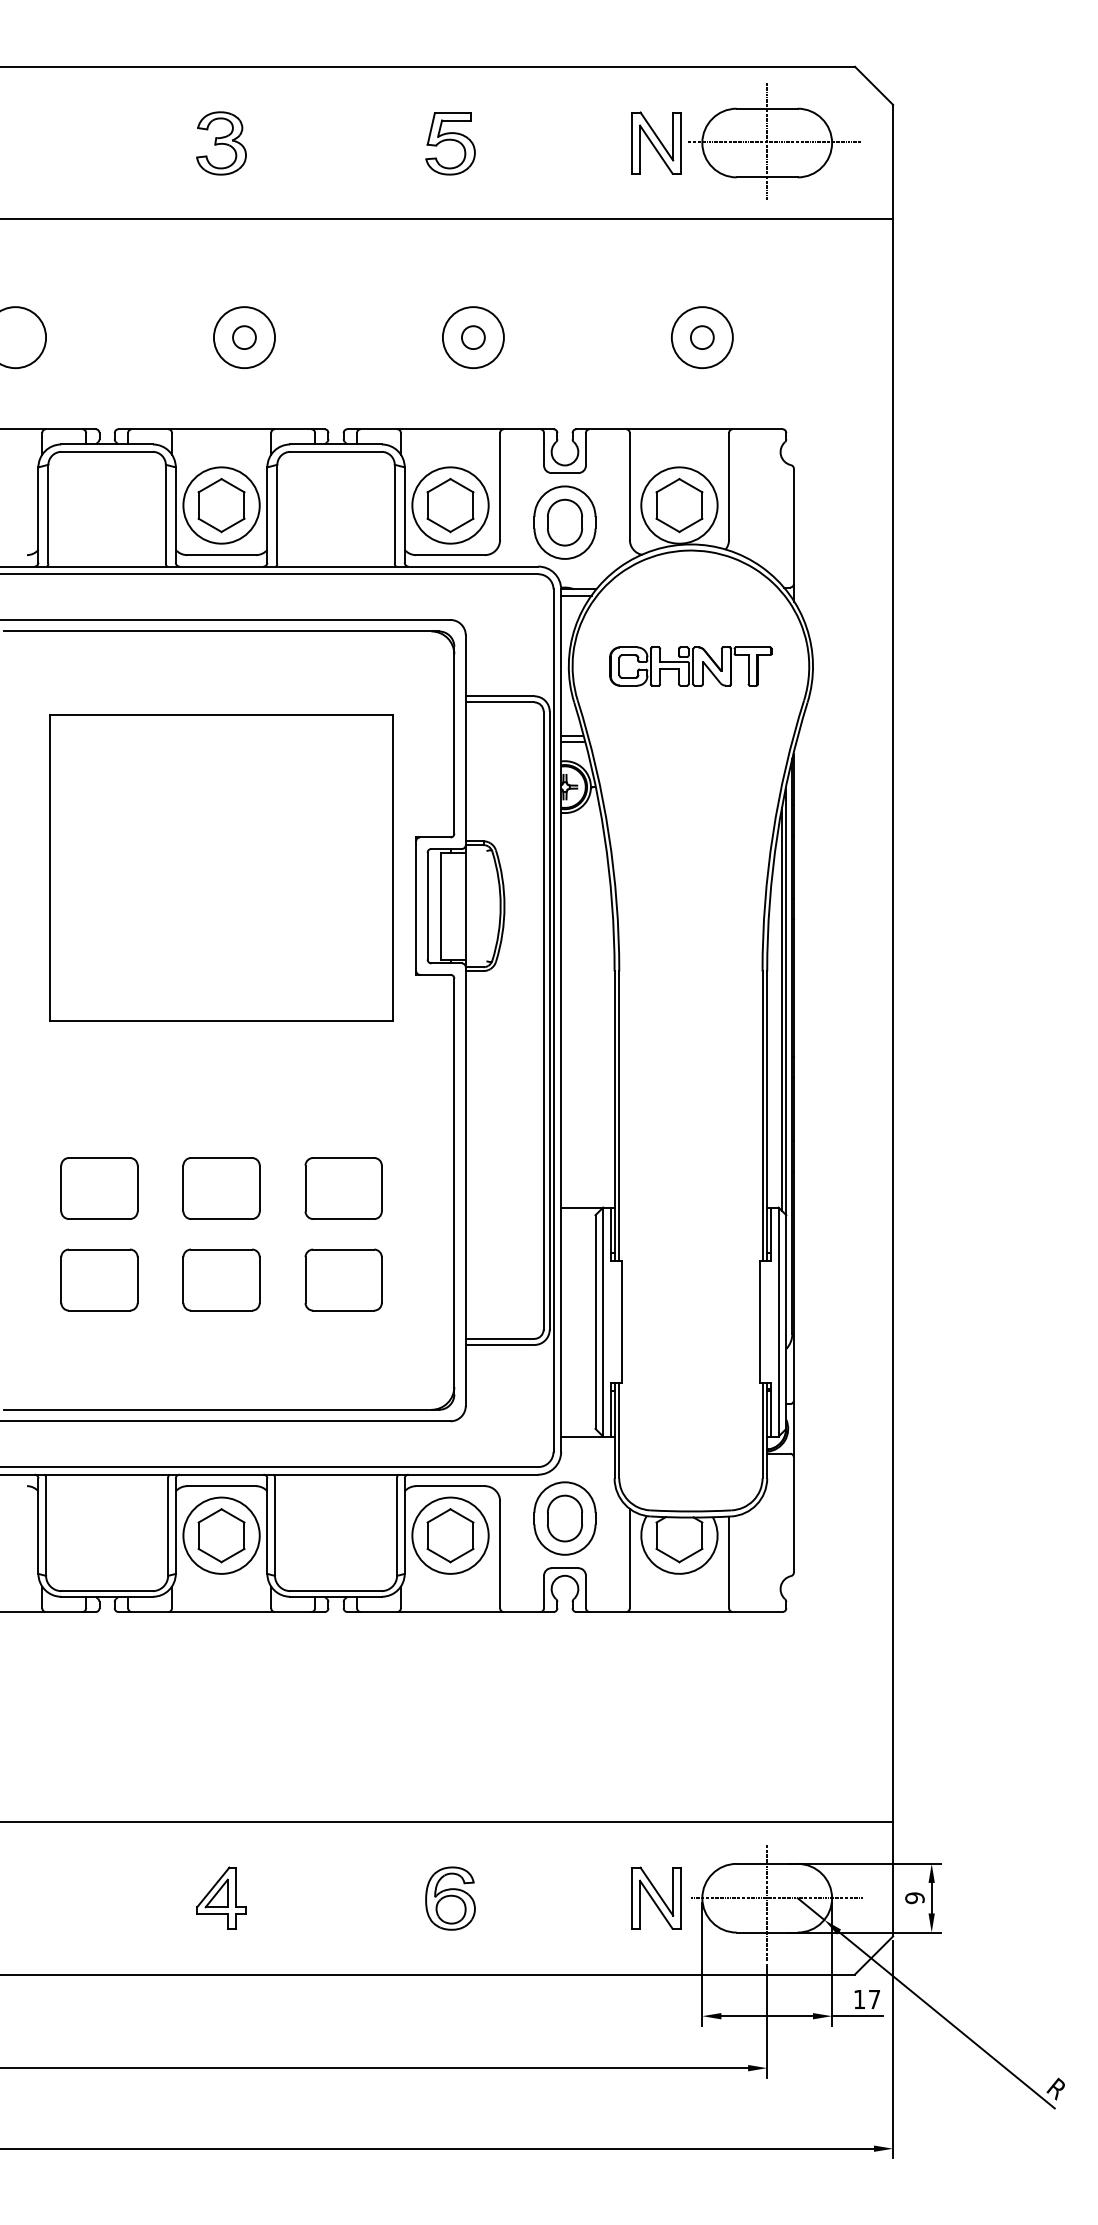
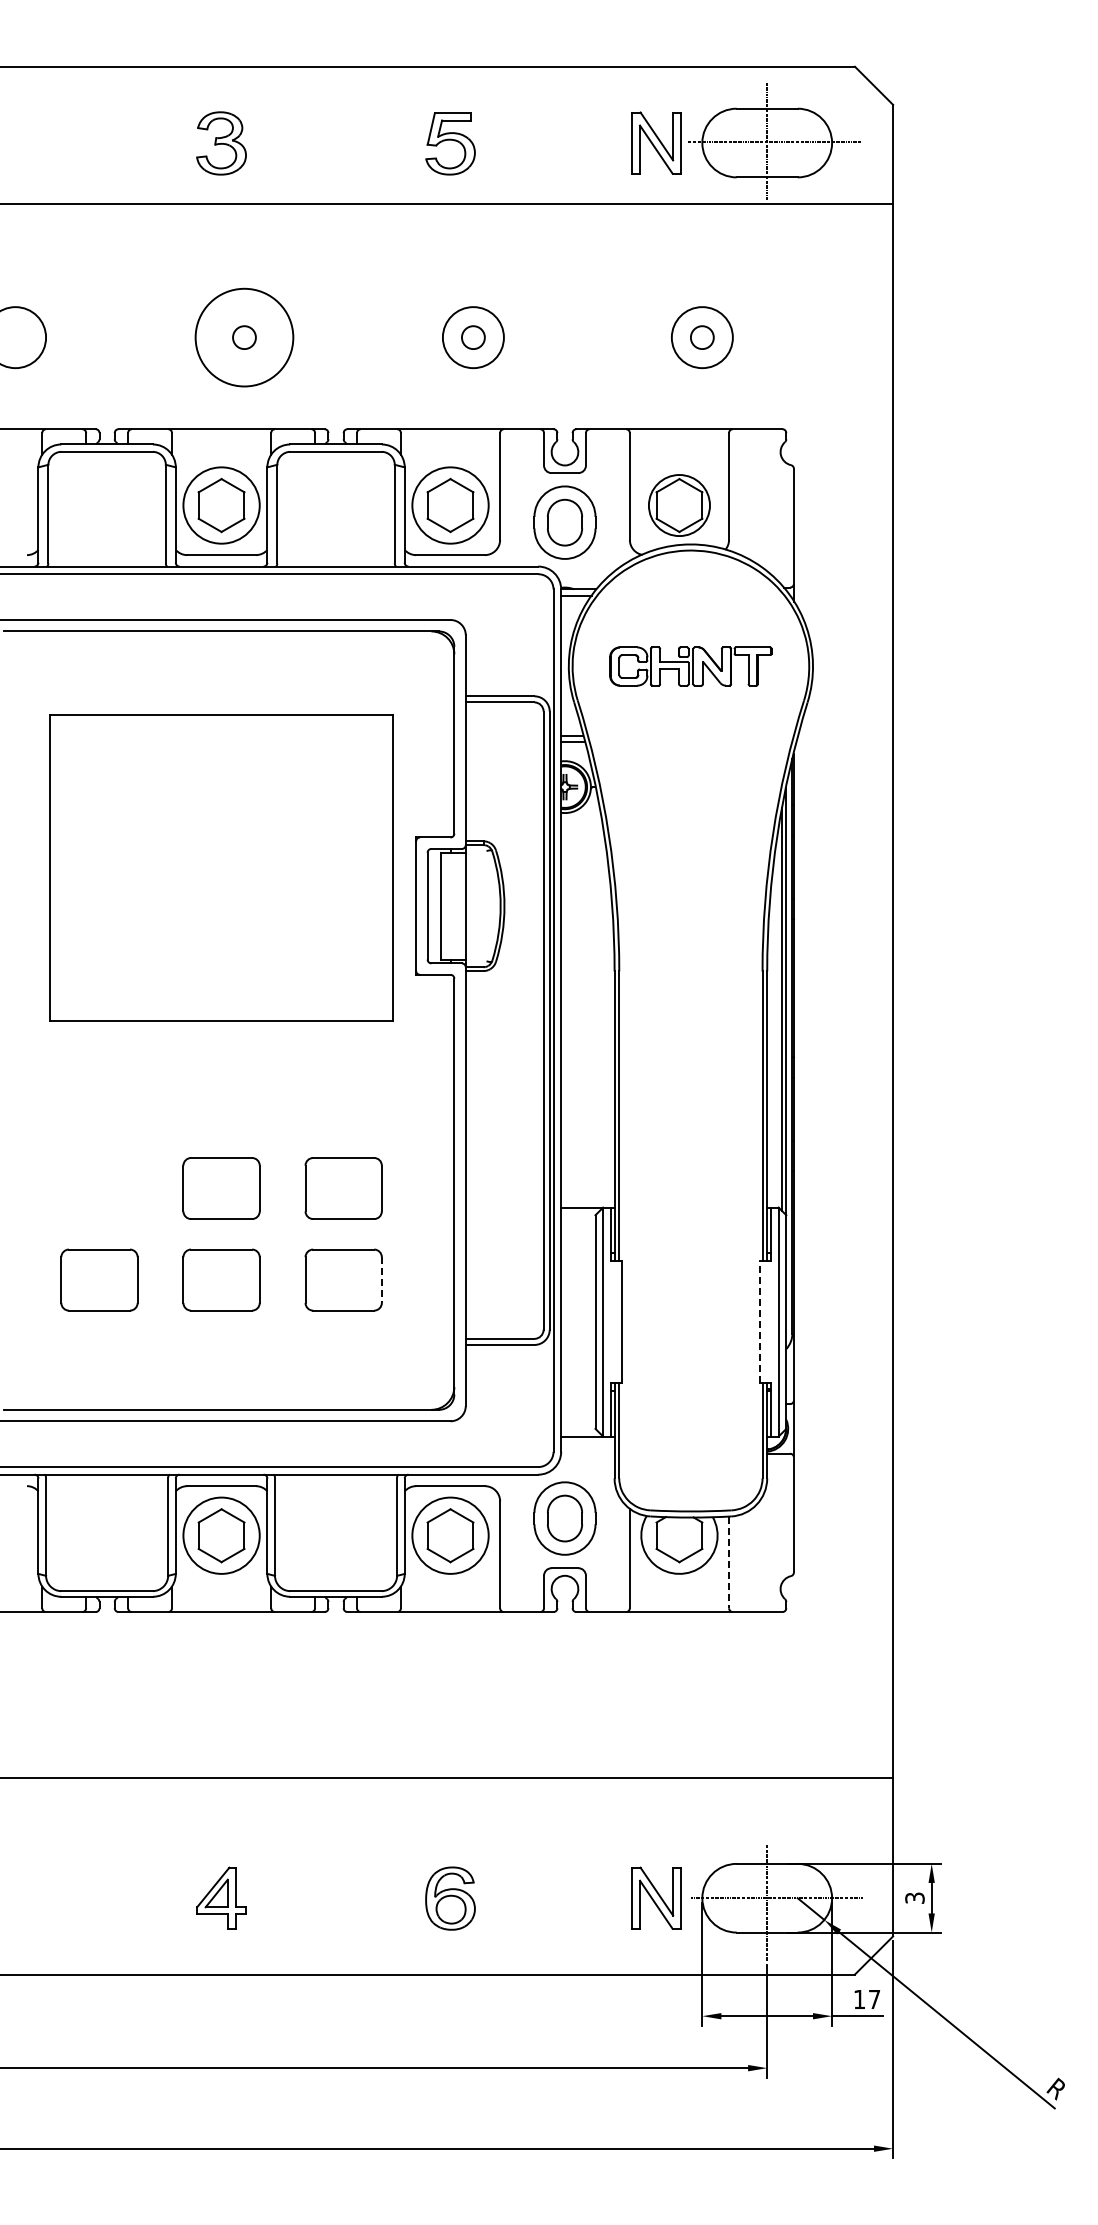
line at (447, 219) position: (447, 219) -> (447, 204)
circle at (244, 337) diameter: 61 px -> 98 px
circle at (679, 505) diameter: 76 px -> 61 px
part at (99, 1188): present -> none
line at (381, 1280): solid -> dashed
line at (759, 1321): solid -> dashed
line at (729, 1562): solid -> dashed
line at (447, 1821) position: (447, 1821) -> (447, 1777)
text at (914, 1898): 9 -> 3
